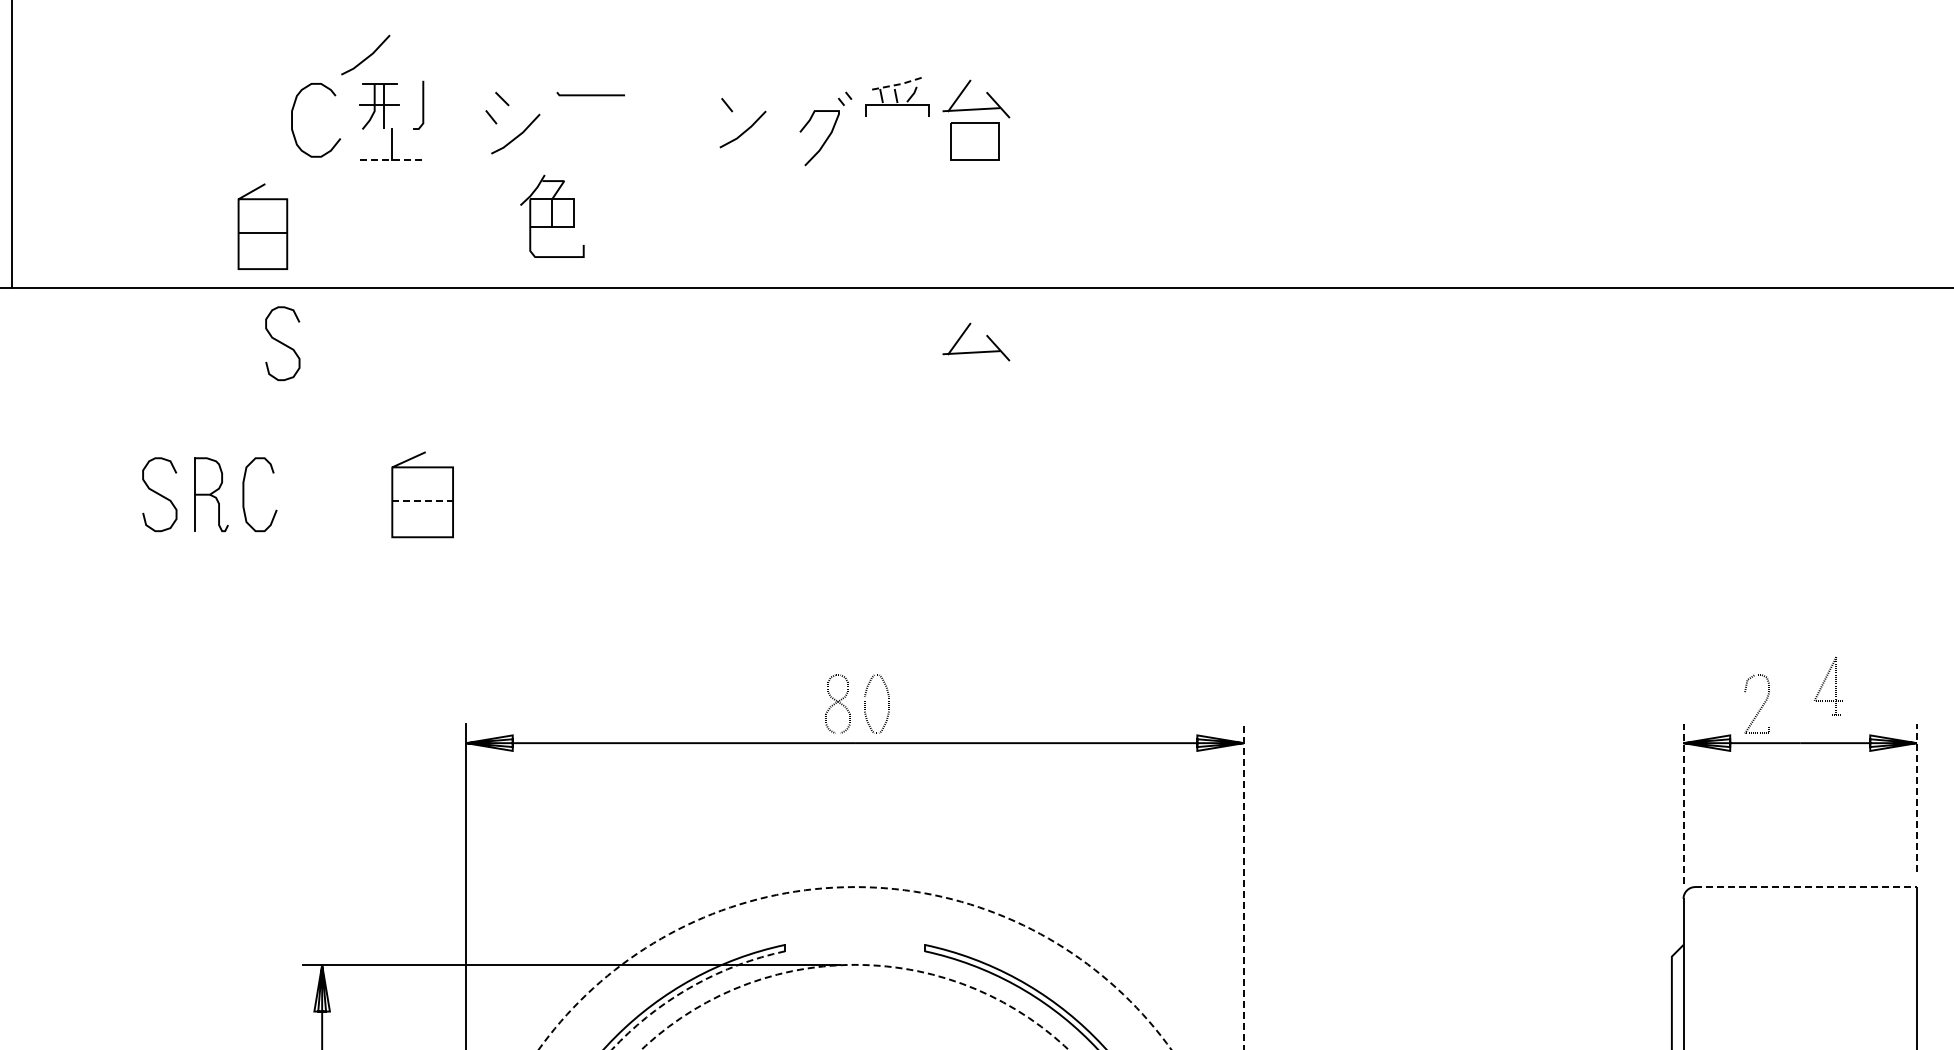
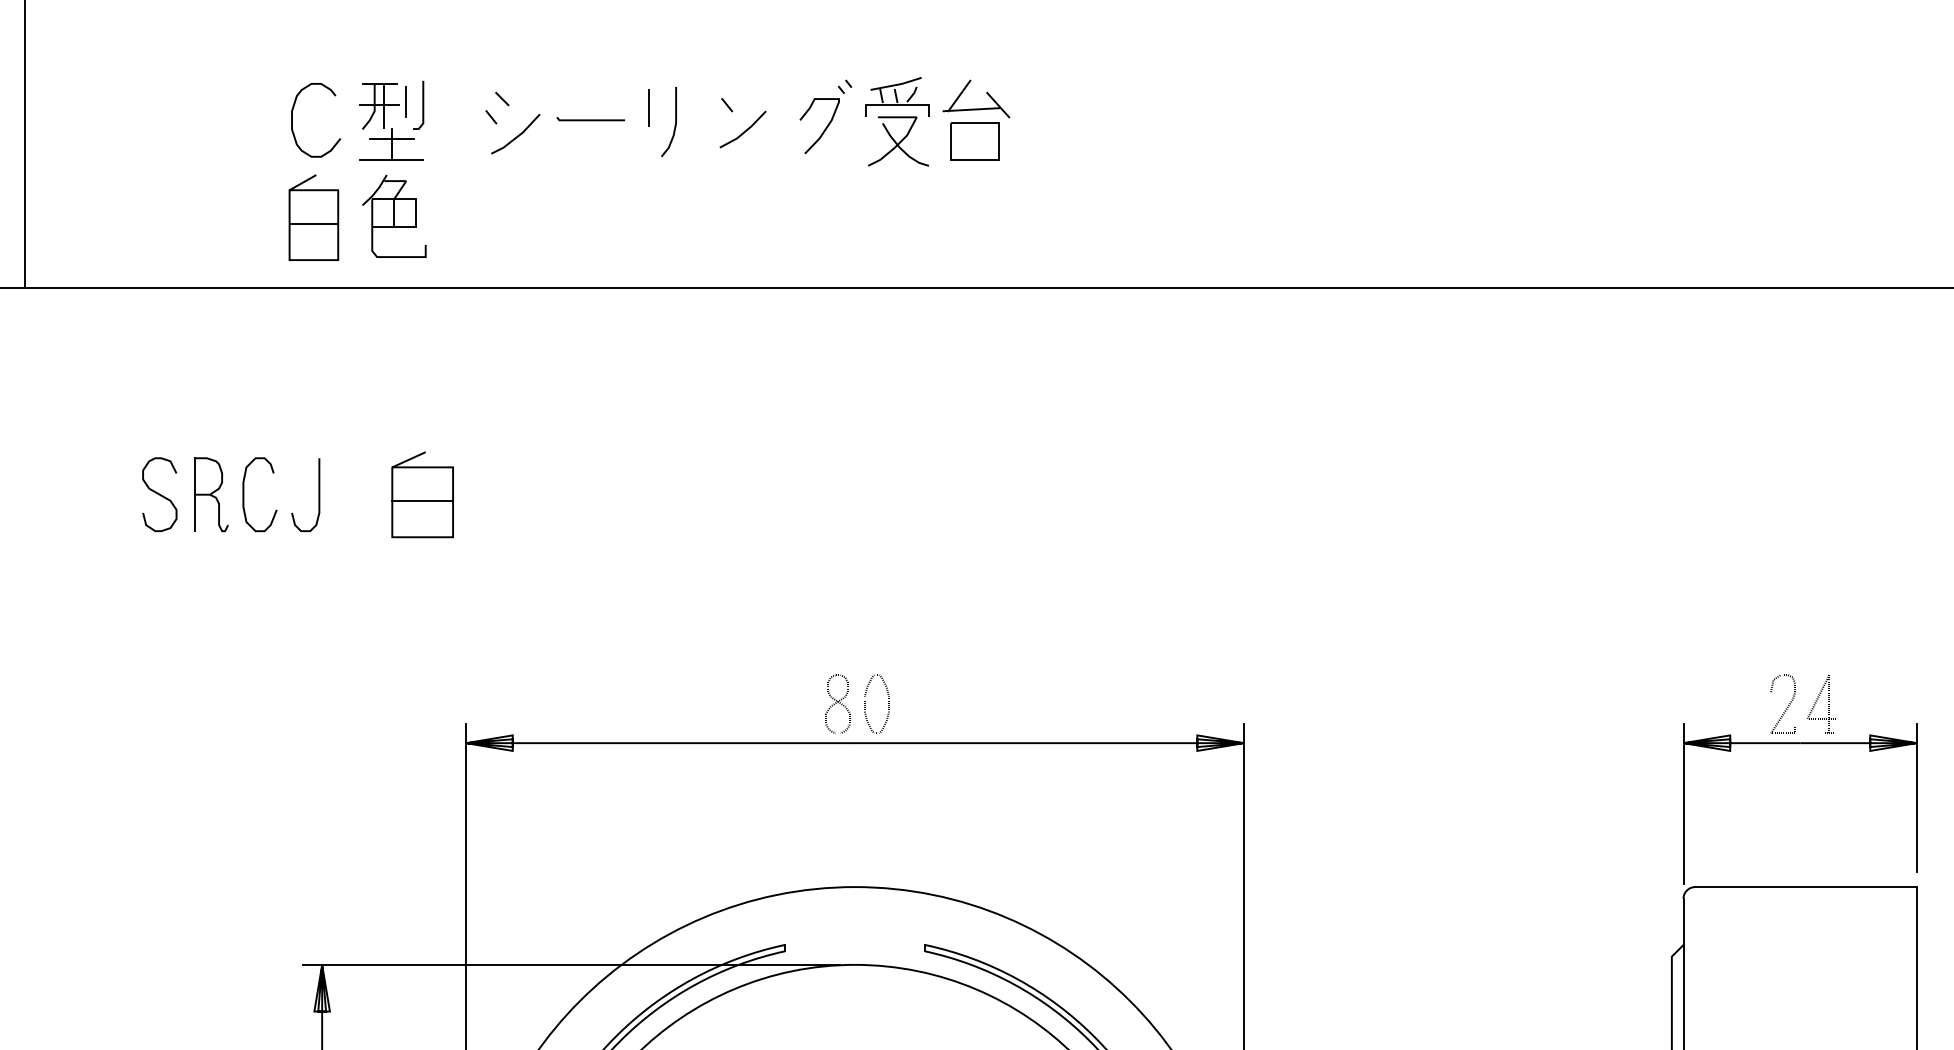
line at (367, 56): present -> none
line at (896, 84): dashed -> solid
line at (590, 94) position: (590, 94) -> (590, 119)
line at (406, 101): none -> present
line at (649, 107): none -> present
line at (674, 125): none -> present
part at (831, 129) position: (831, 129) -> (831, 117)
line at (391, 138): none -> present
part at (898, 141): none -> present
line at (11, 145) position: (11, 145) -> (24, 145)
line at (391, 159): dashed -> solid
part at (552, 215) position: (552, 215) -> (394, 215)
part at (262, 226) position: (262, 226) -> (313, 217)
curve at (282, 343): present -> none
part at (976, 351): present -> none
curve at (318, 495): none -> present
line at (423, 500): dashed -> solid
part at (1827, 685) position: (1827, 685) -> (1820, 703)
curve at (1761, 706) position: (1761, 706) -> (1787, 706)
line at (1916, 797): dashed -> solid
line at (1683, 803): dashed -> solid
line at (1244, 886): dashed -> solid
line at (1806, 887): dashed -> solid
circle at (854, 968): dashed -> solid
arc at (691, 987): dashed -> solid
circle at (854, 1006): dashed -> solid
